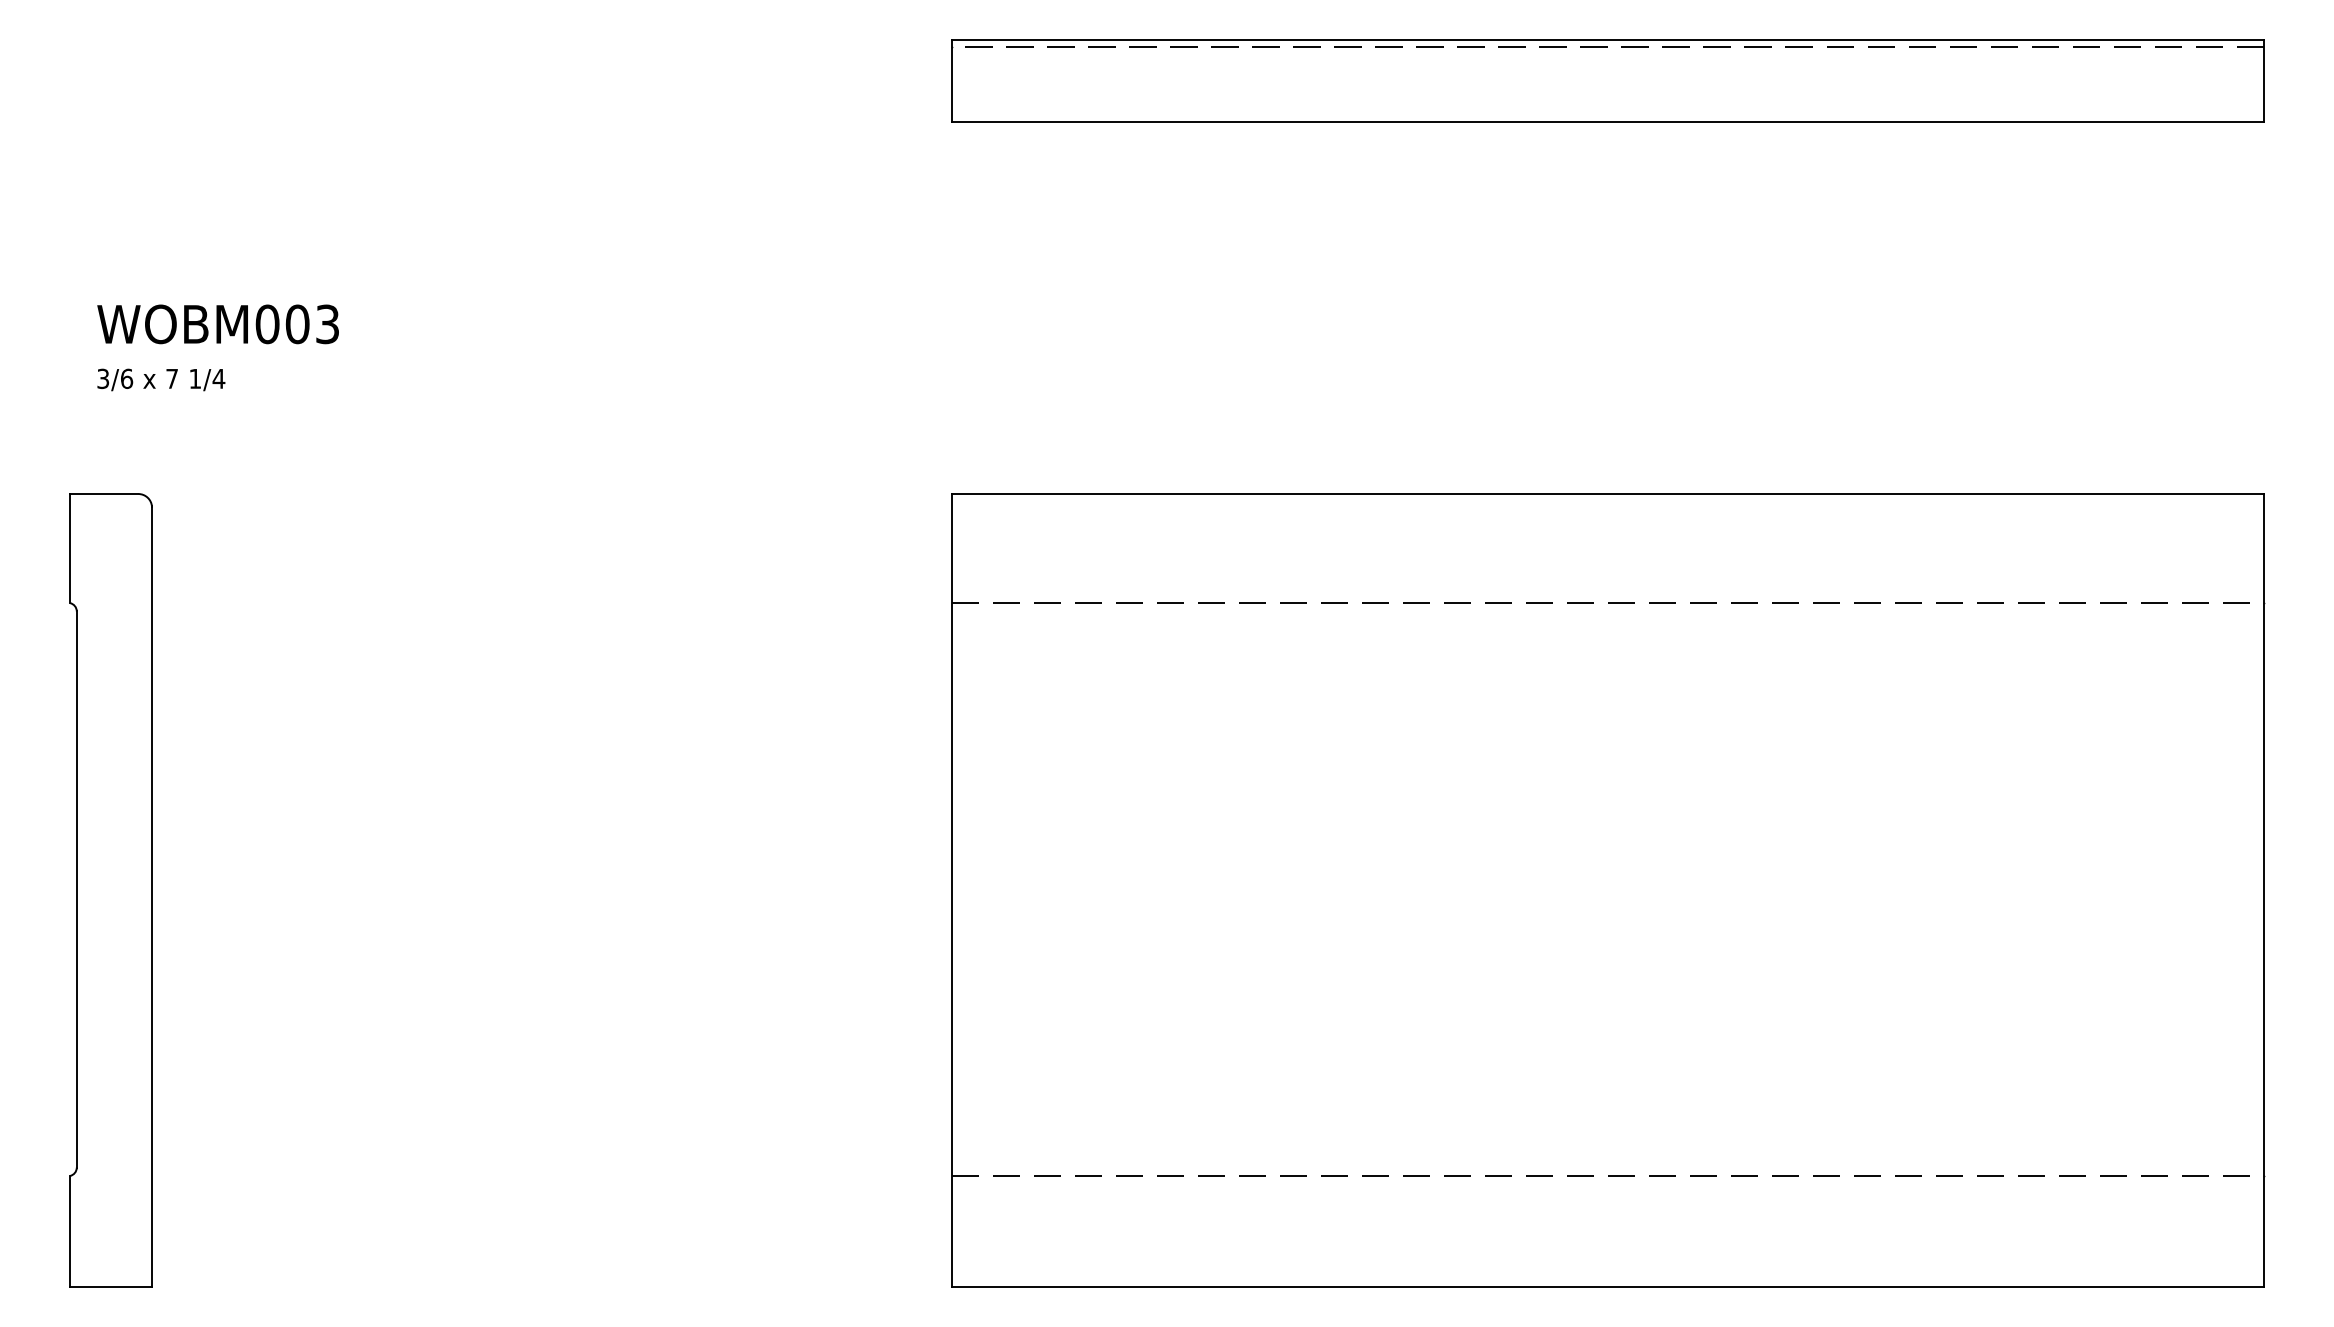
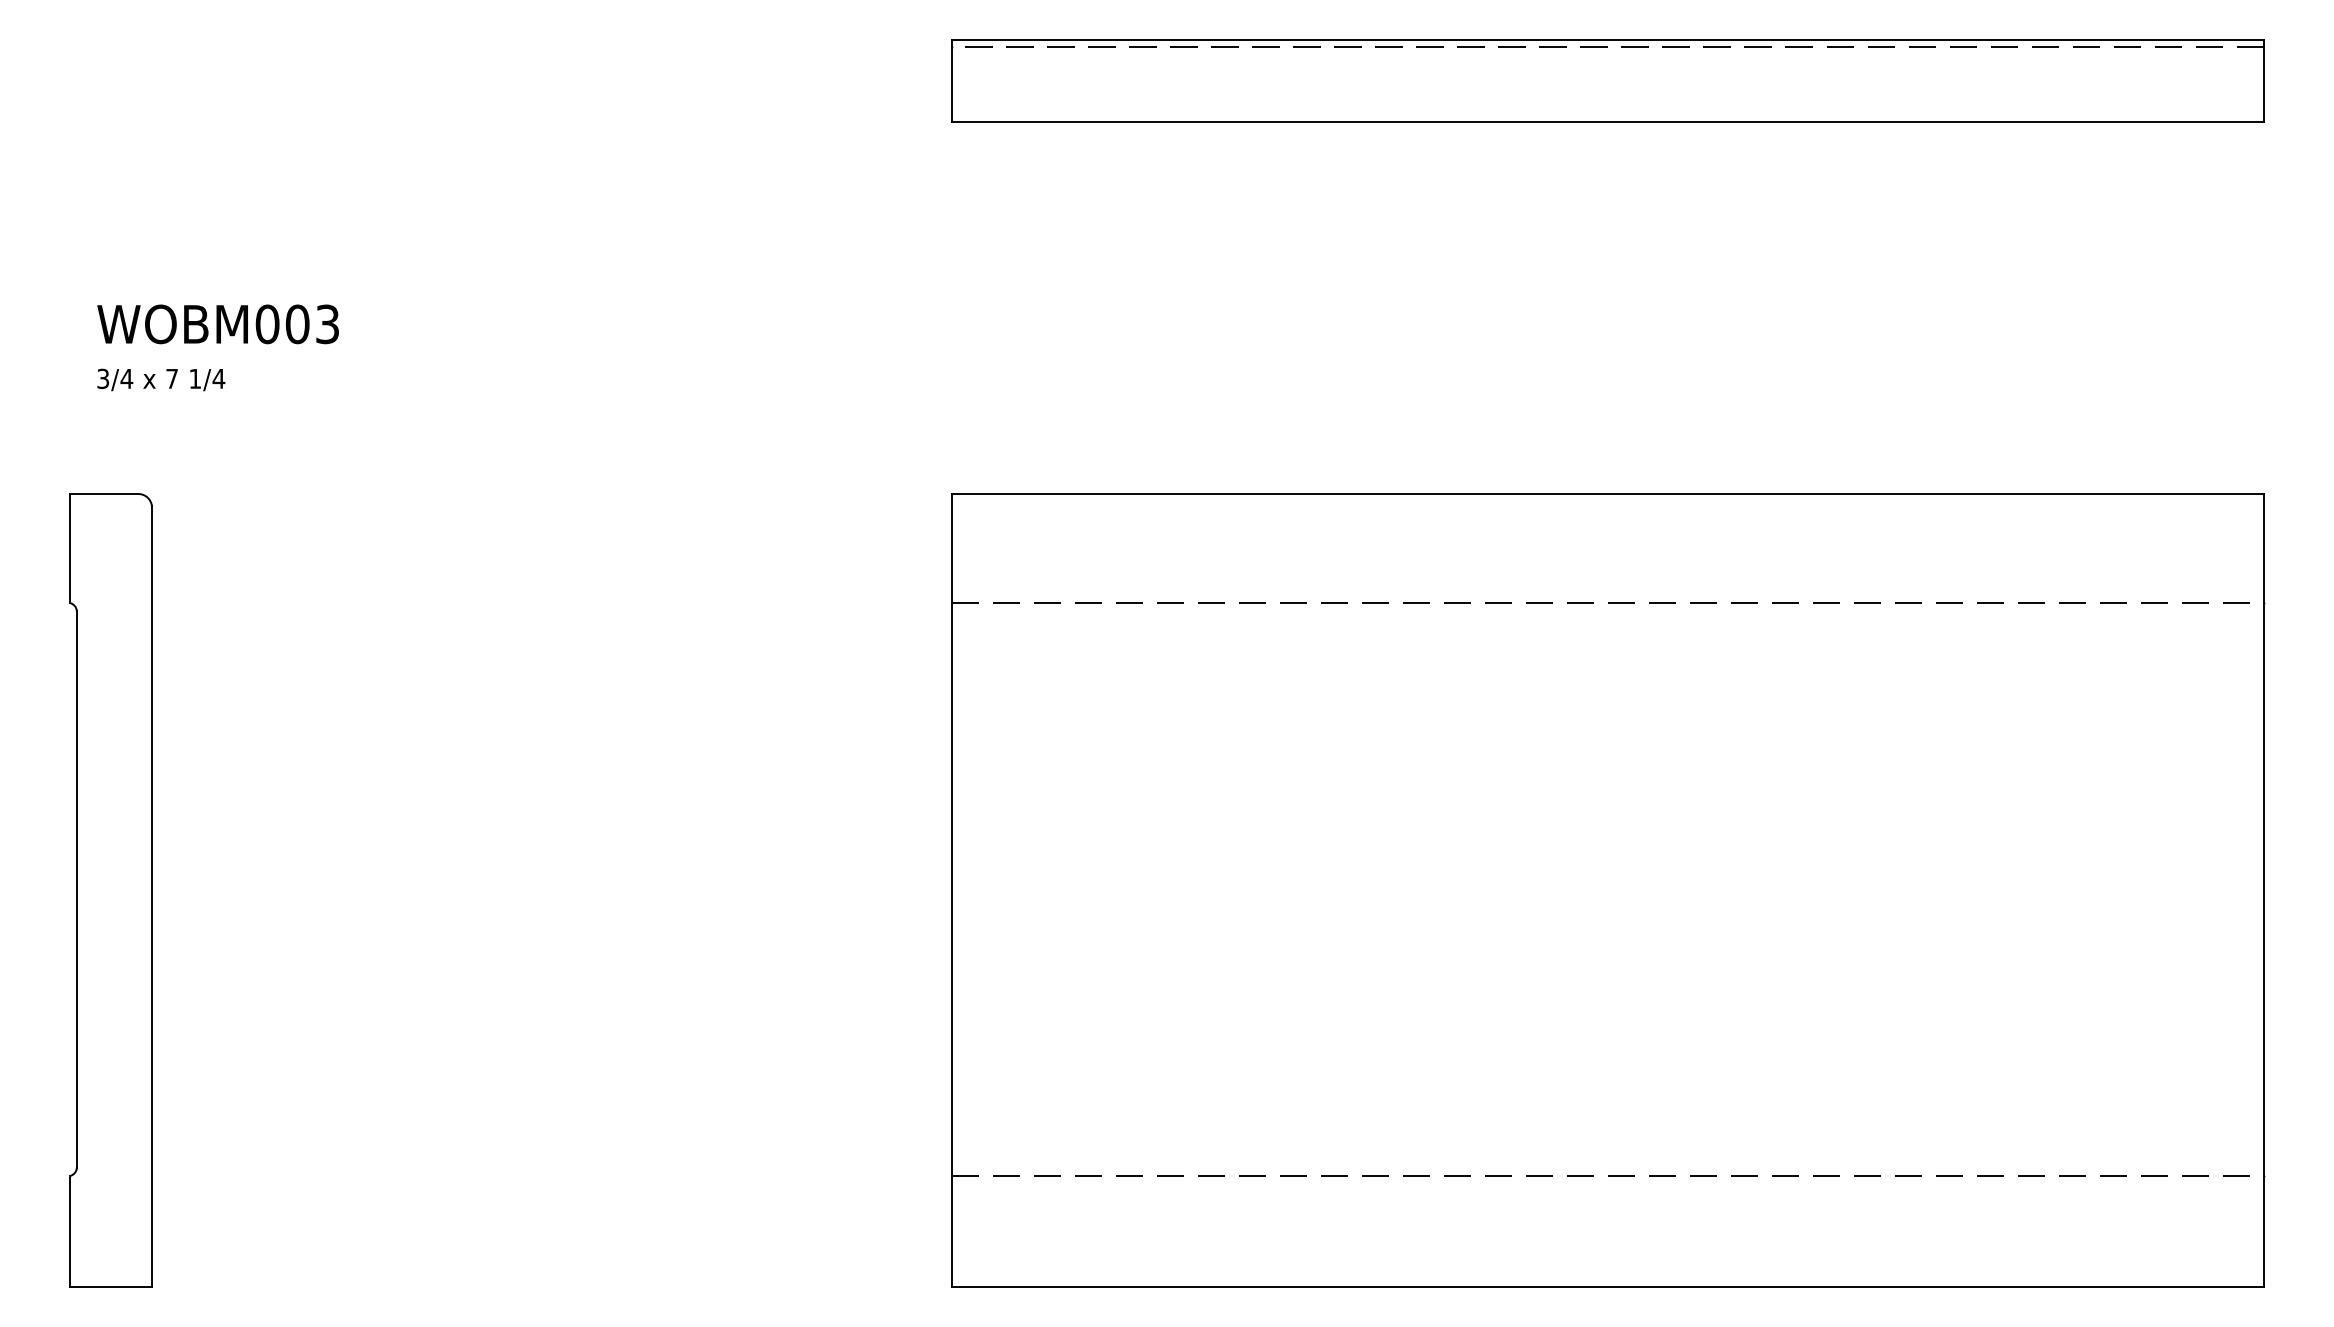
text at (126, 378): 3/6 -> 3/4
